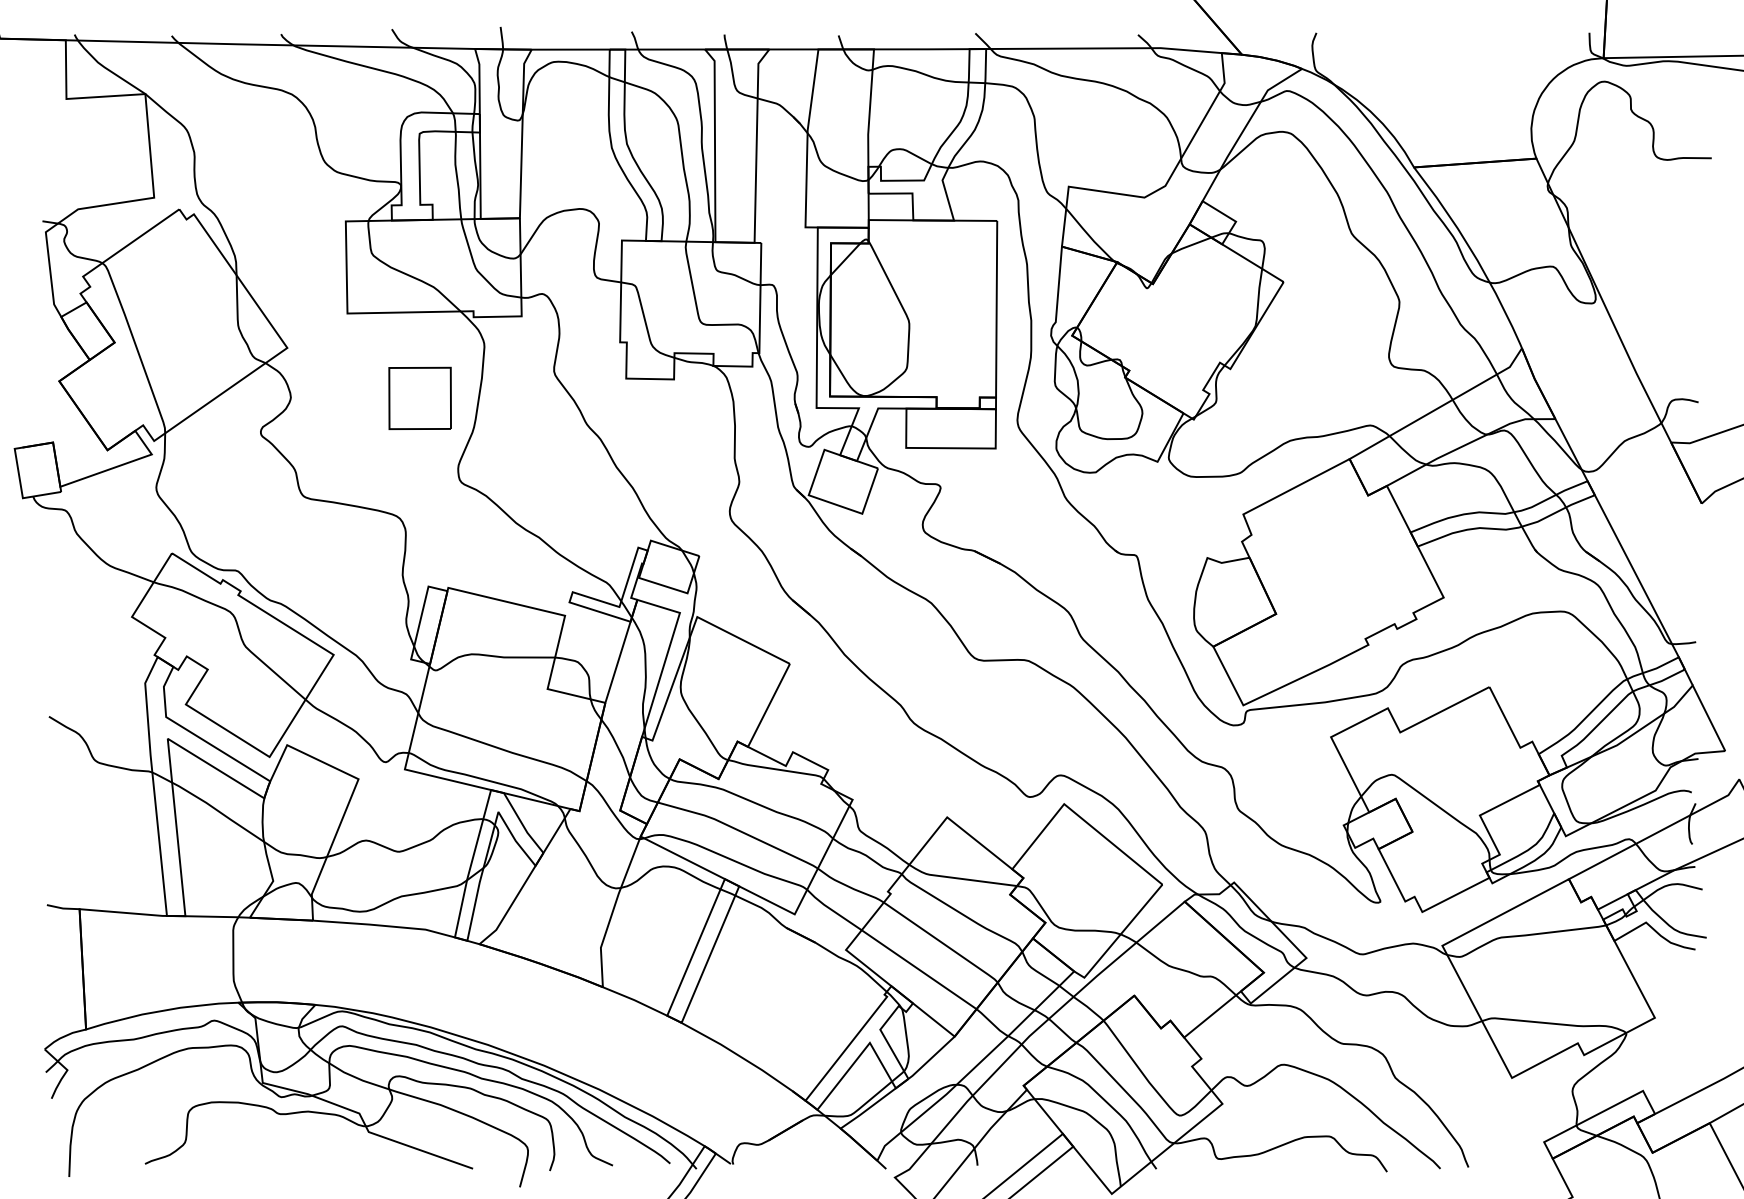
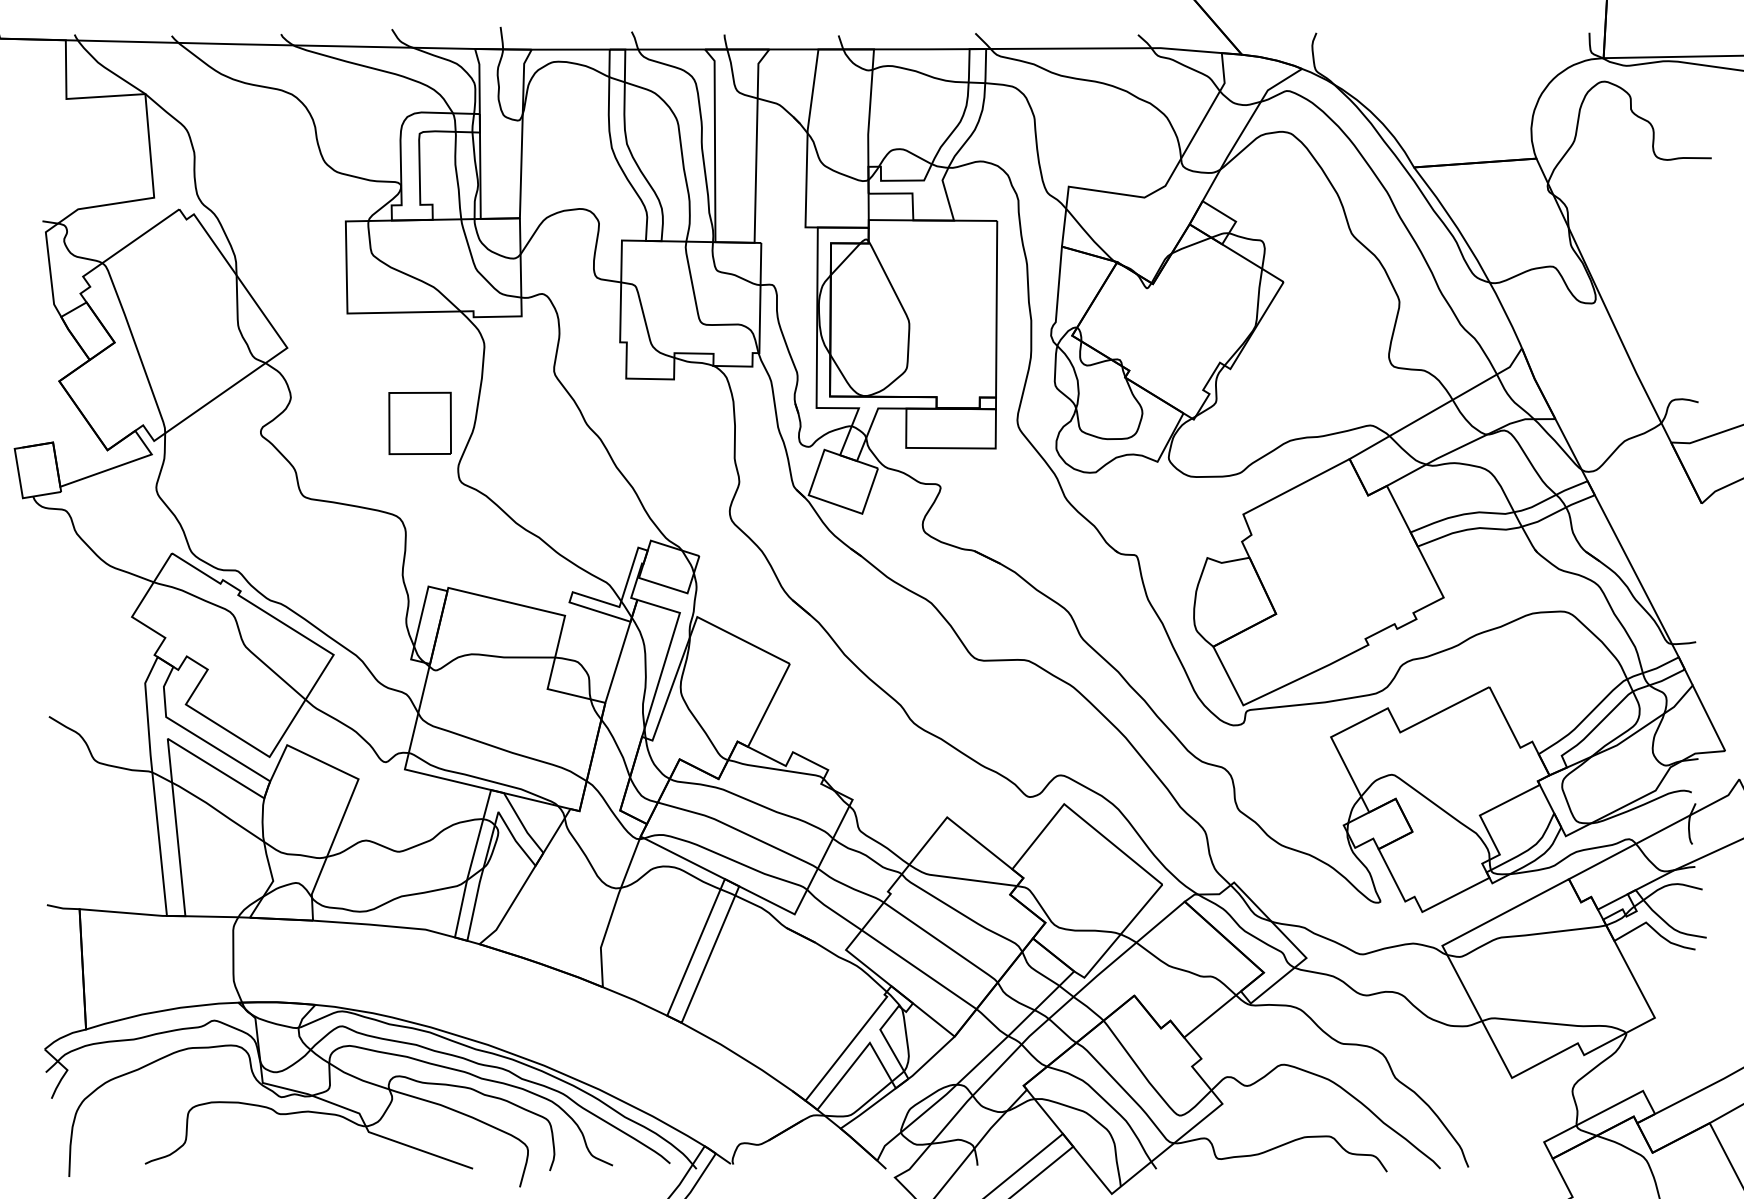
part at (419, 397) position: (419, 397) -> (419, 422)
